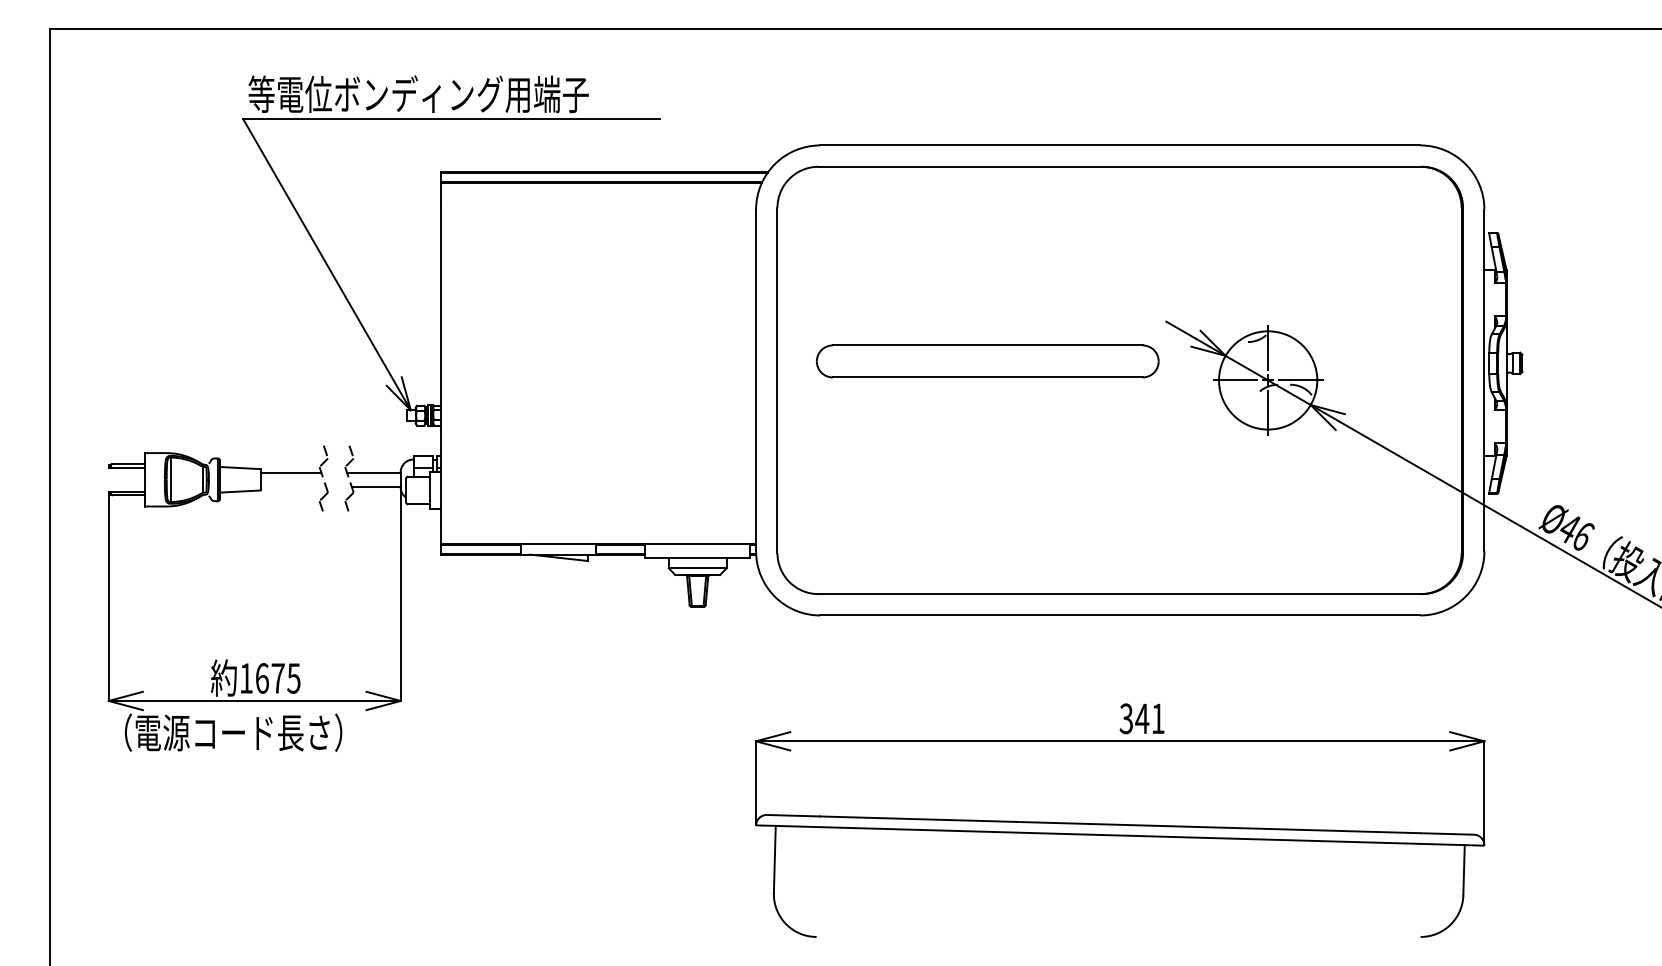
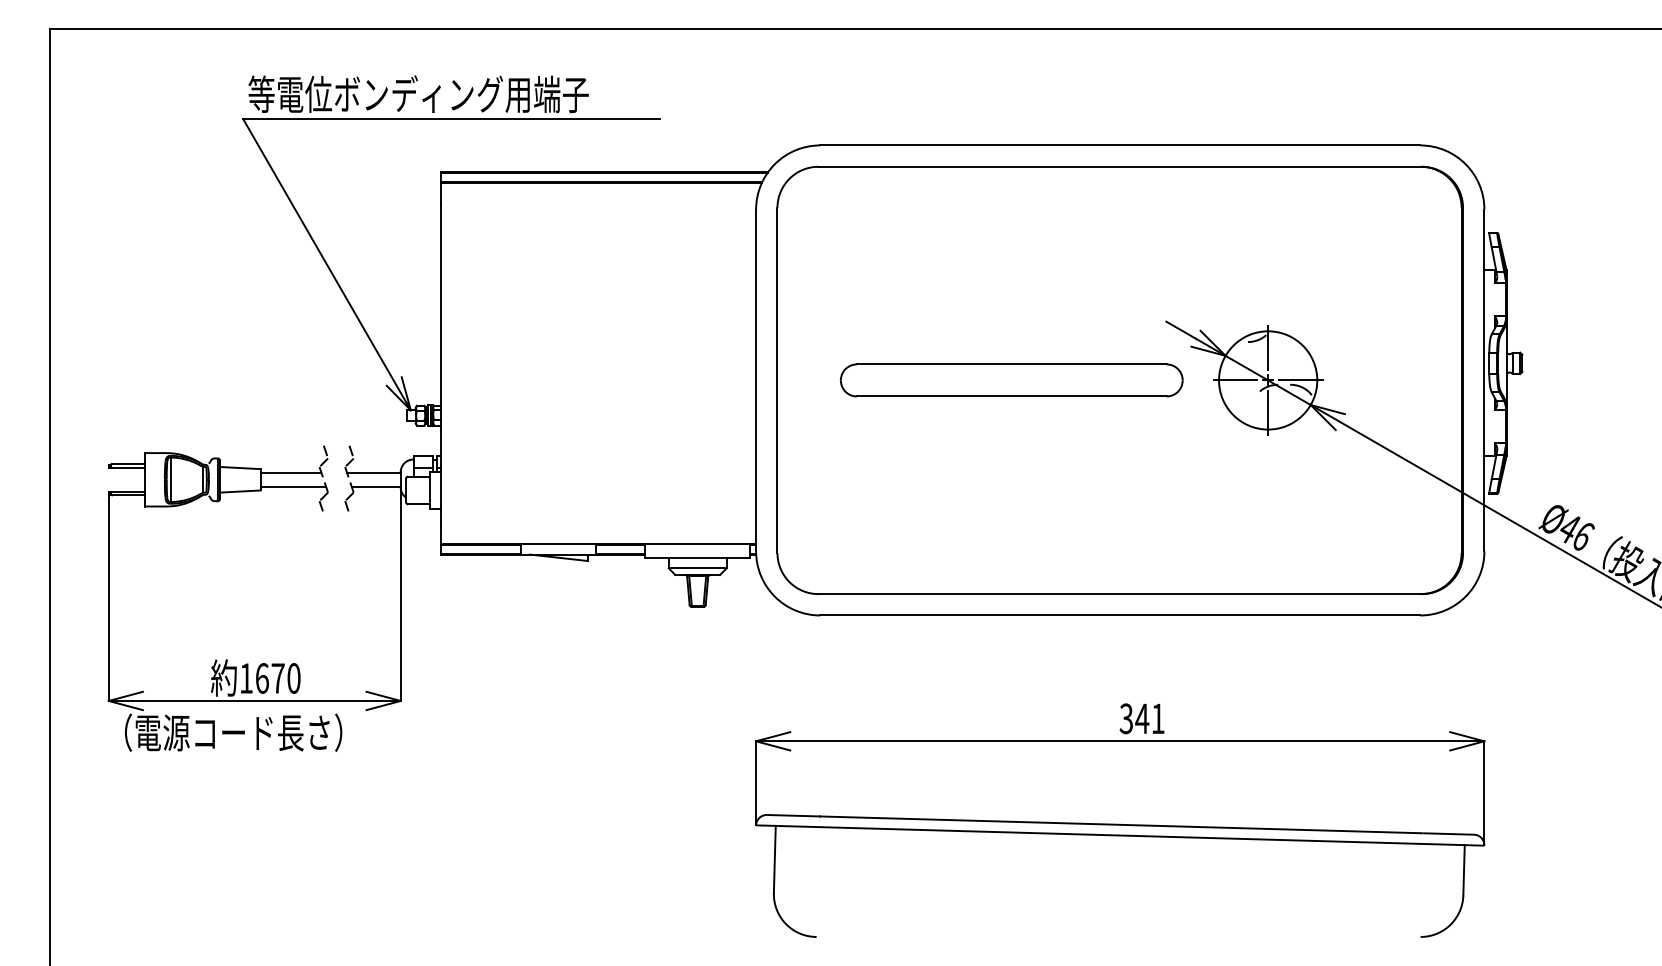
part at (987, 361) position: (987, 361) -> (1011, 380)
line at (293, 486): none -> present
text at (293, 678): 1675 -> 1670
